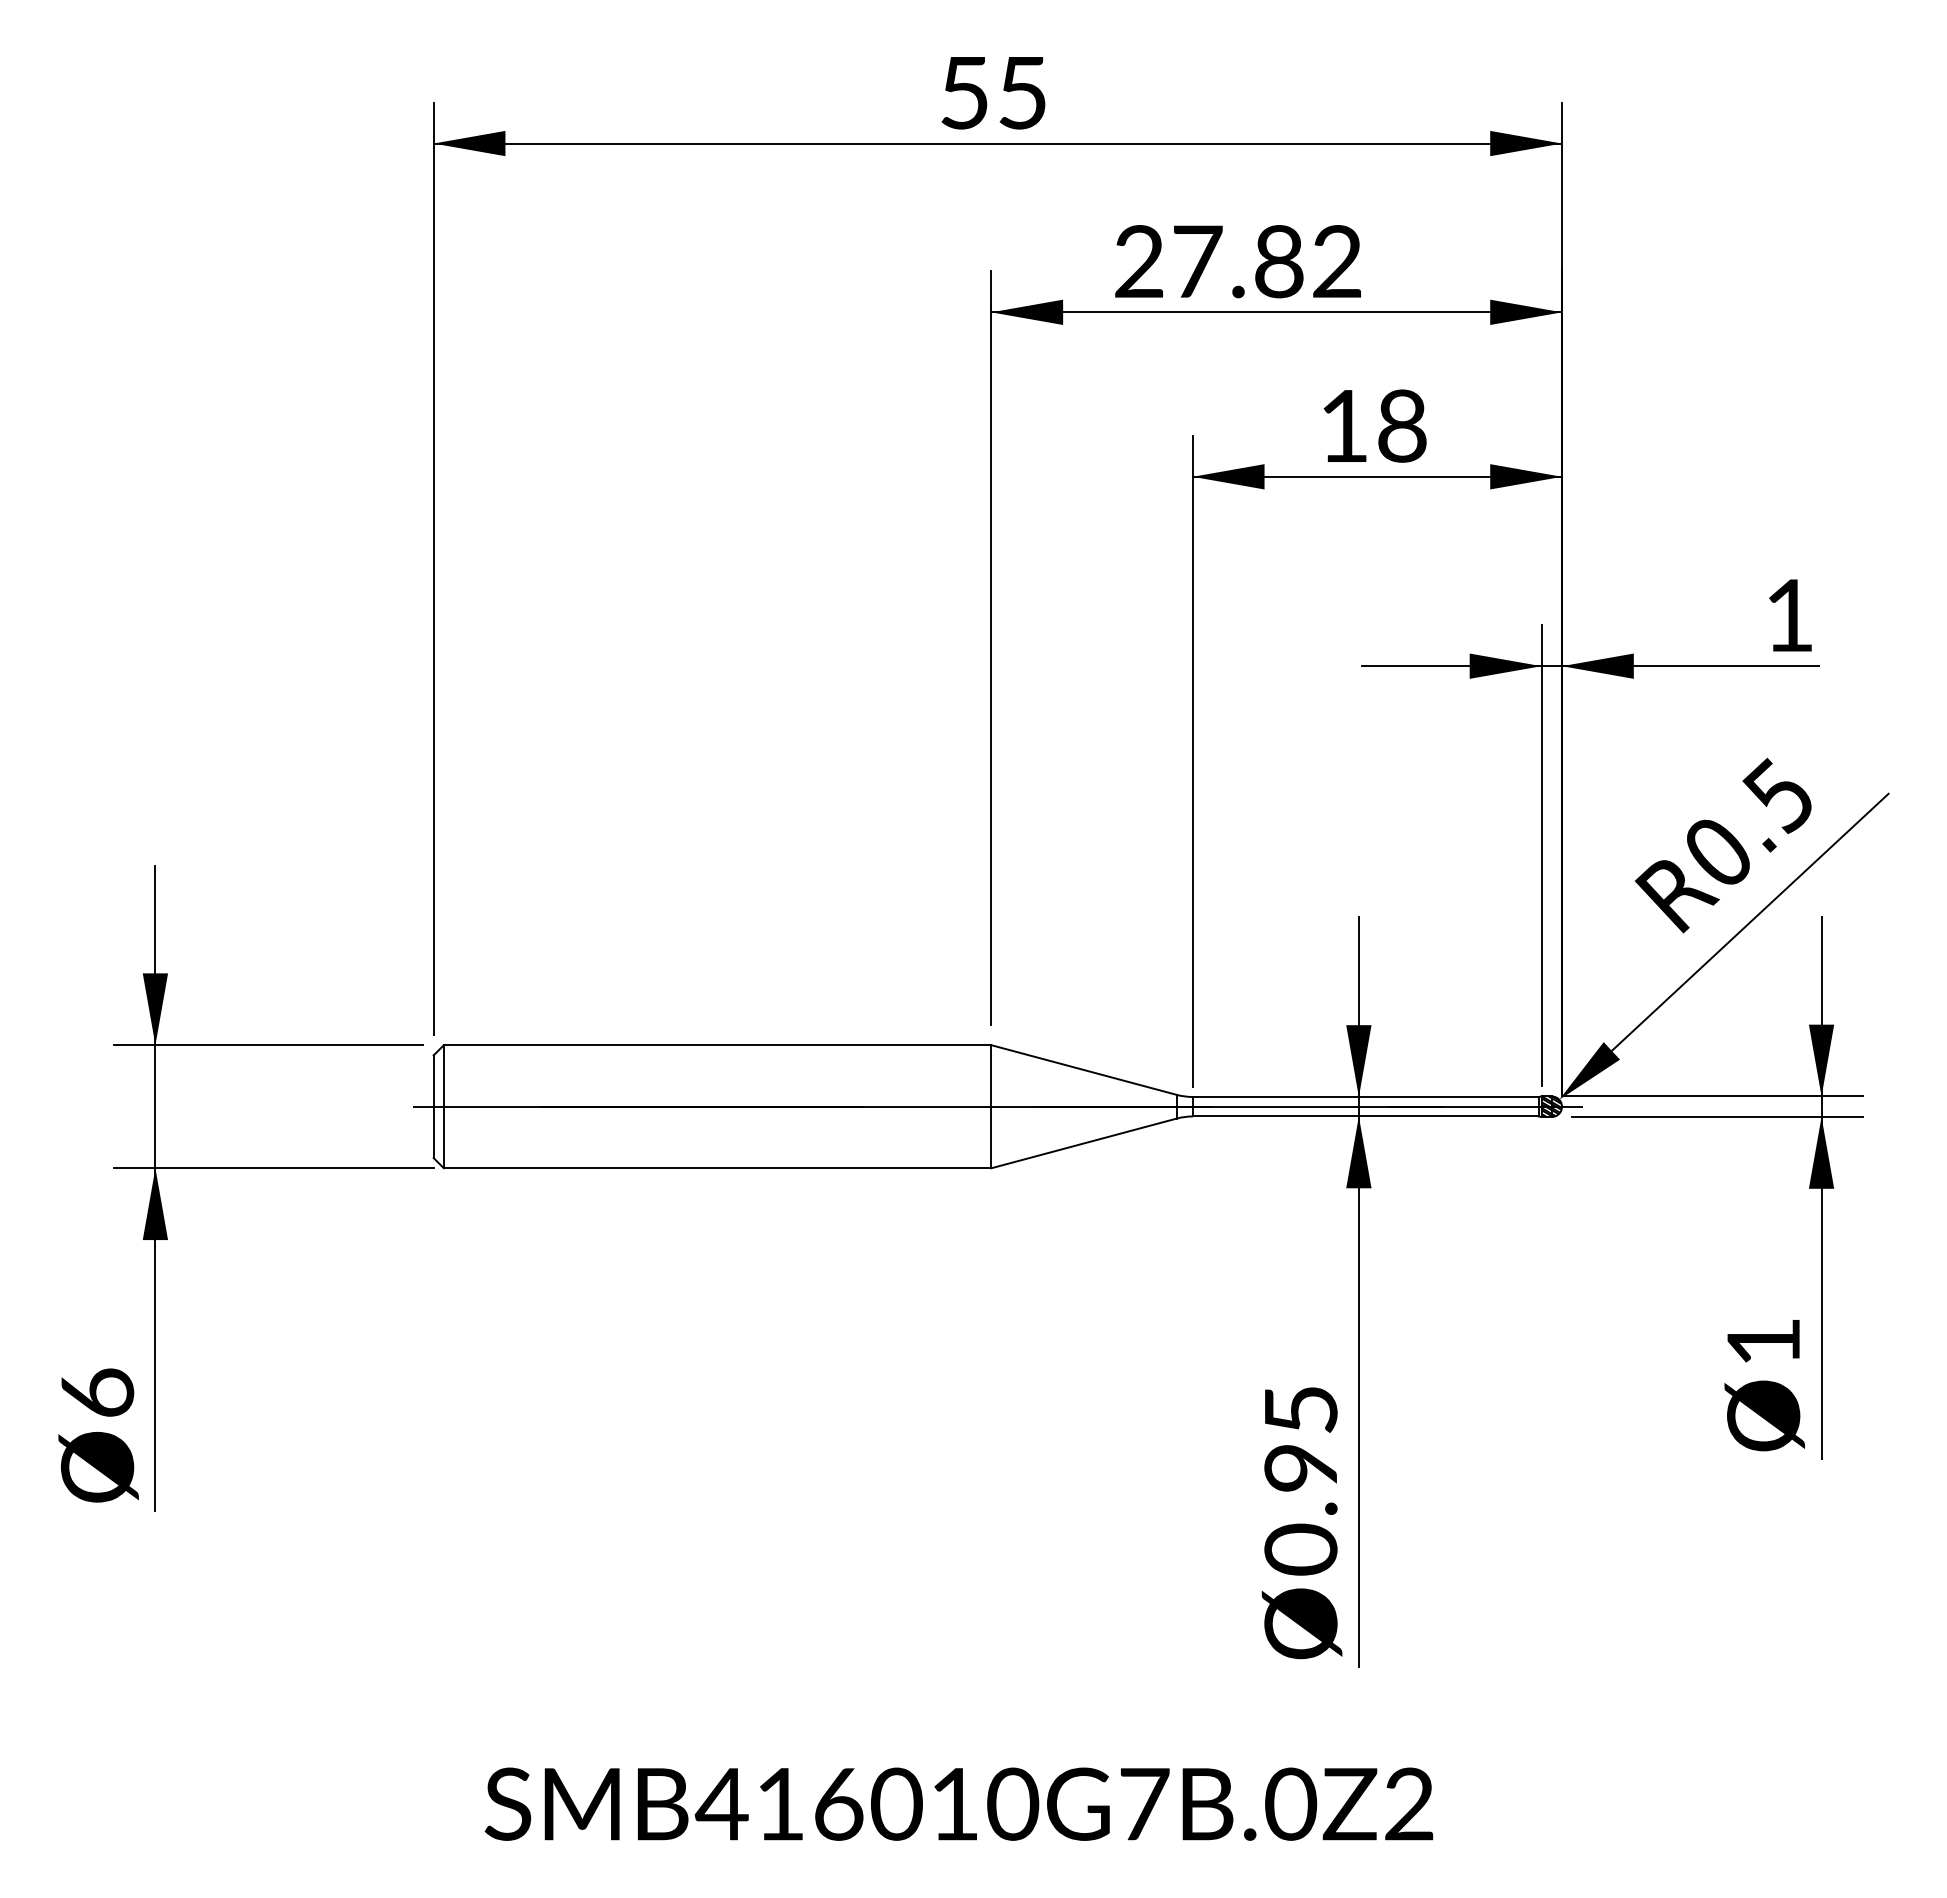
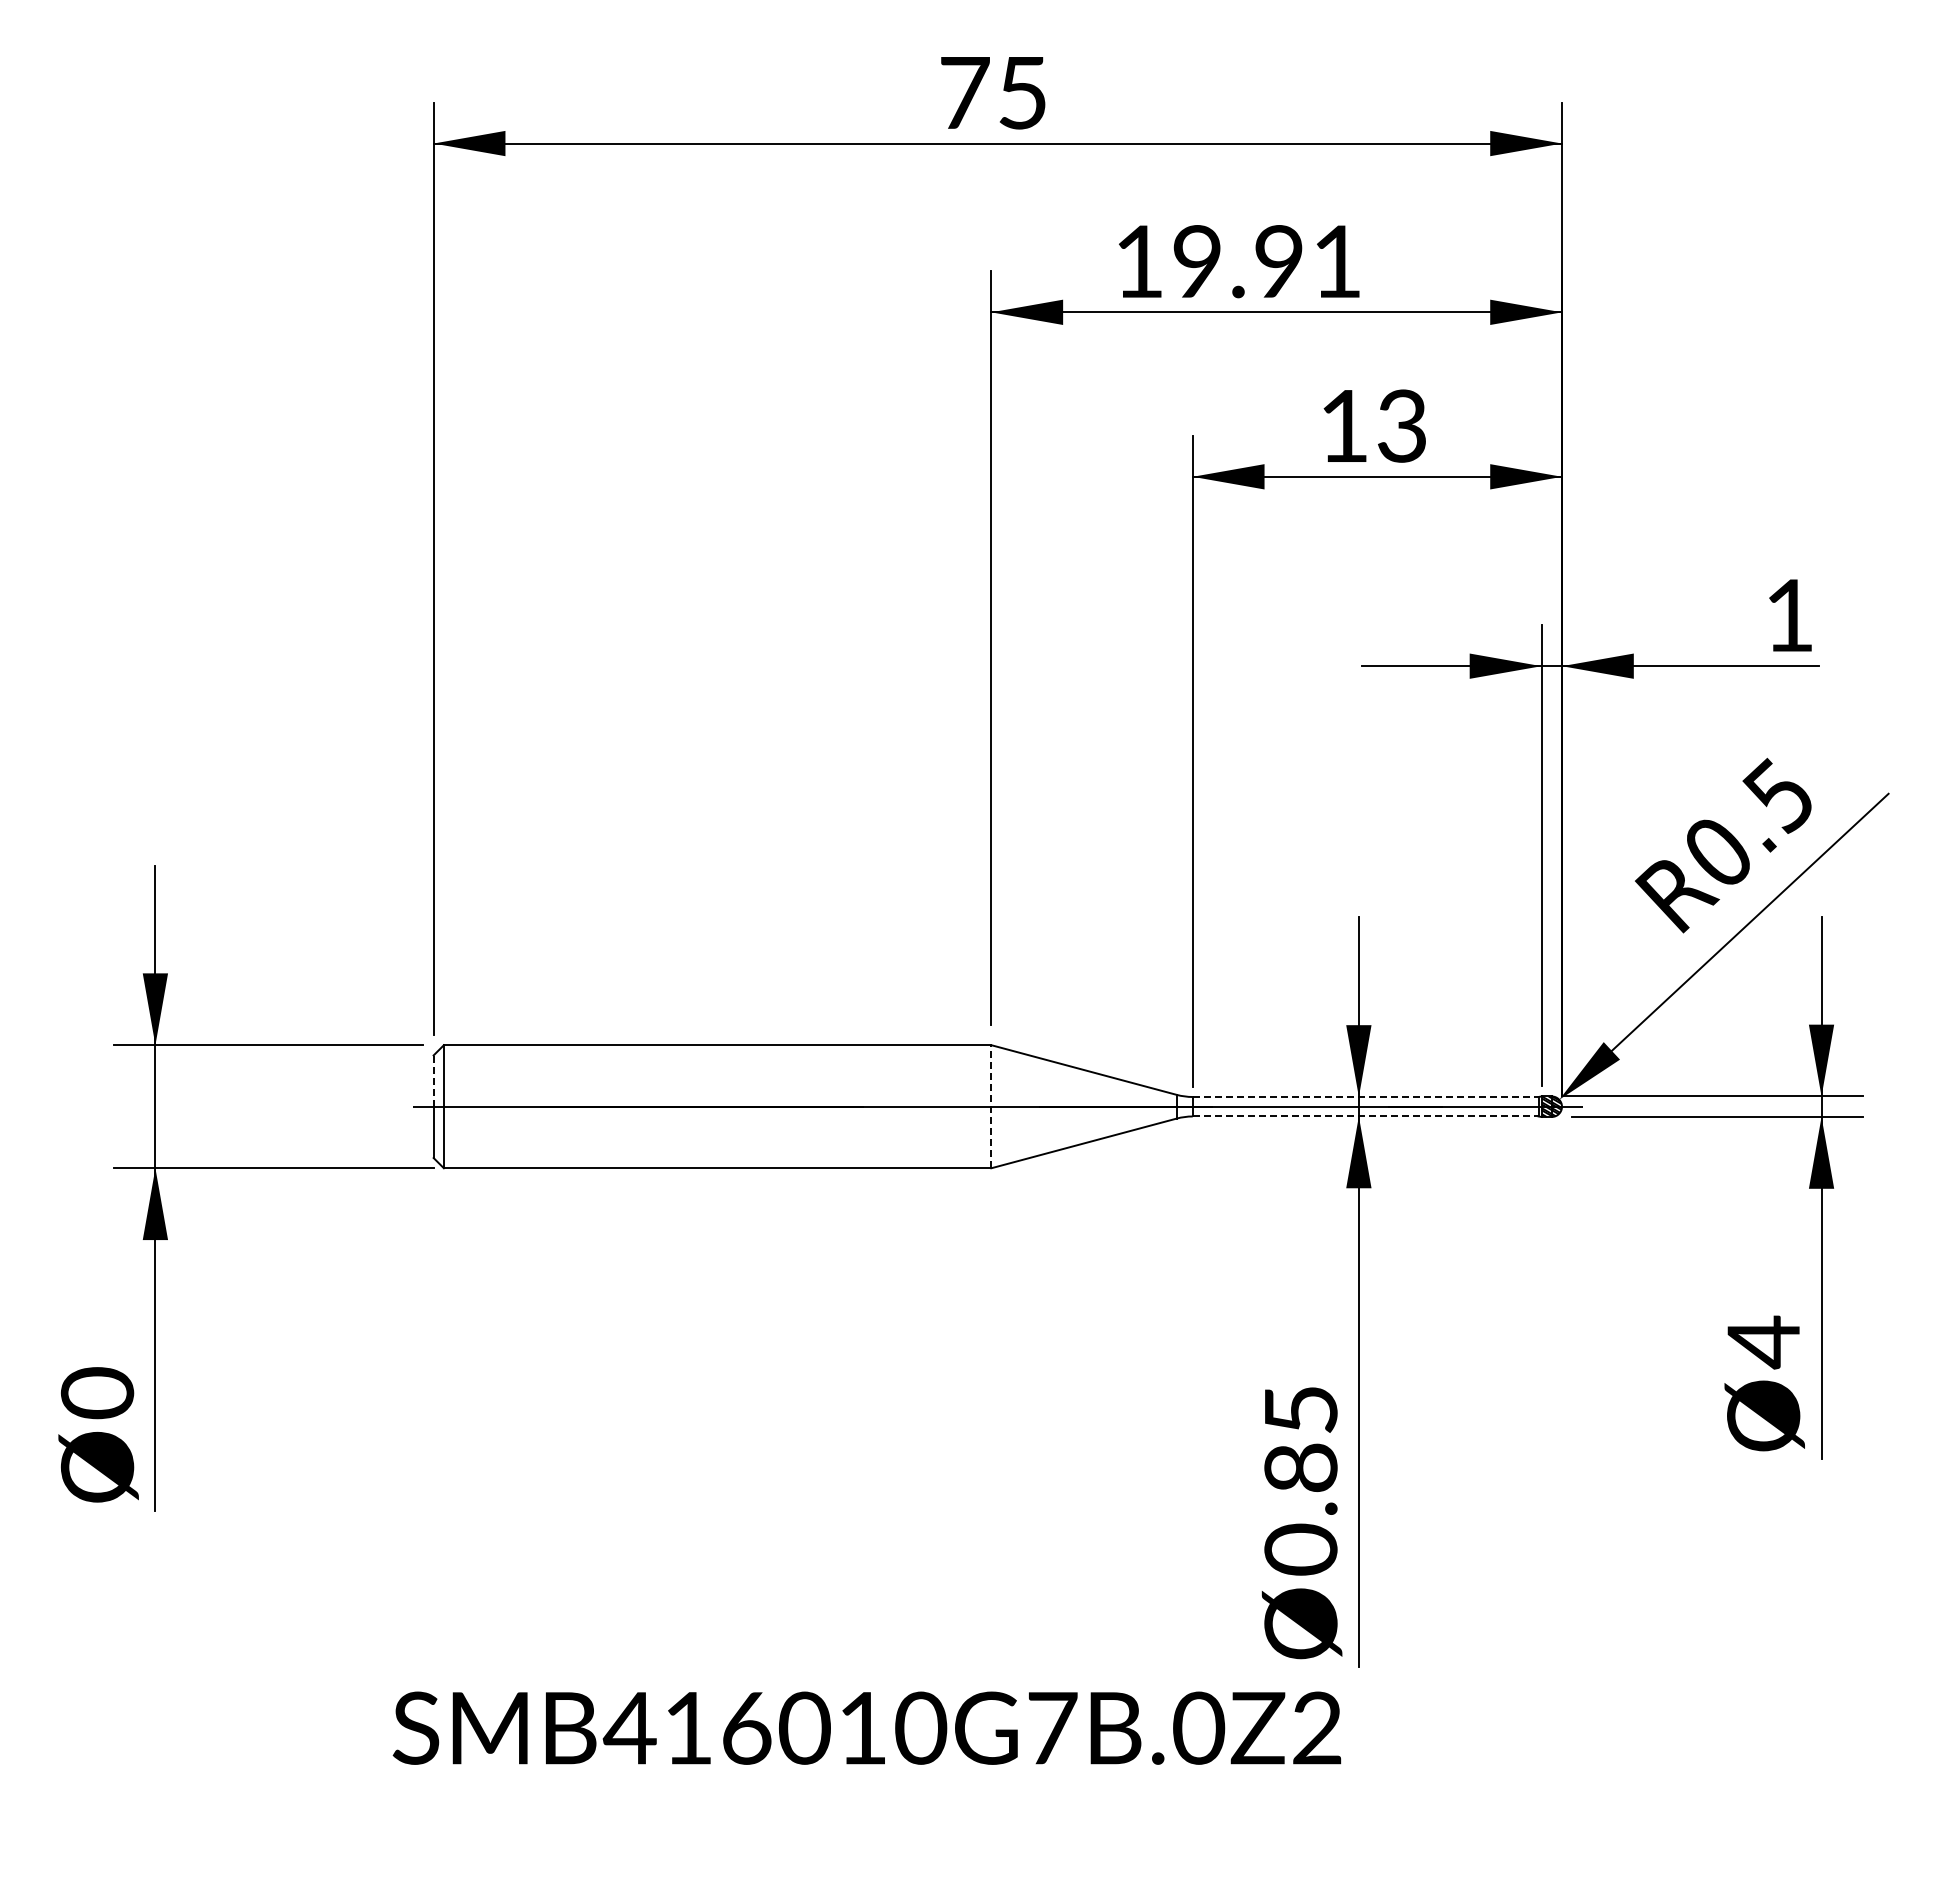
text at (965, 93): 55 -> 75
text at (1238, 261): 27.82 -> 19.91
text at (1402, 425): 18 -> 13
line at (433, 1081): solid -> dashed
line at (1365, 1096): solid -> dashed
line at (991, 1106): solid -> dashed
line at (1365, 1116): solid -> dashed
text at (1763, 1342): 1 -> 4
text at (96, 1393): 6 -> 0
text at (1301, 1467): 0.95 -> 0.85
text at (958, 1803) position: (958, 1803) -> (866, 1727)
